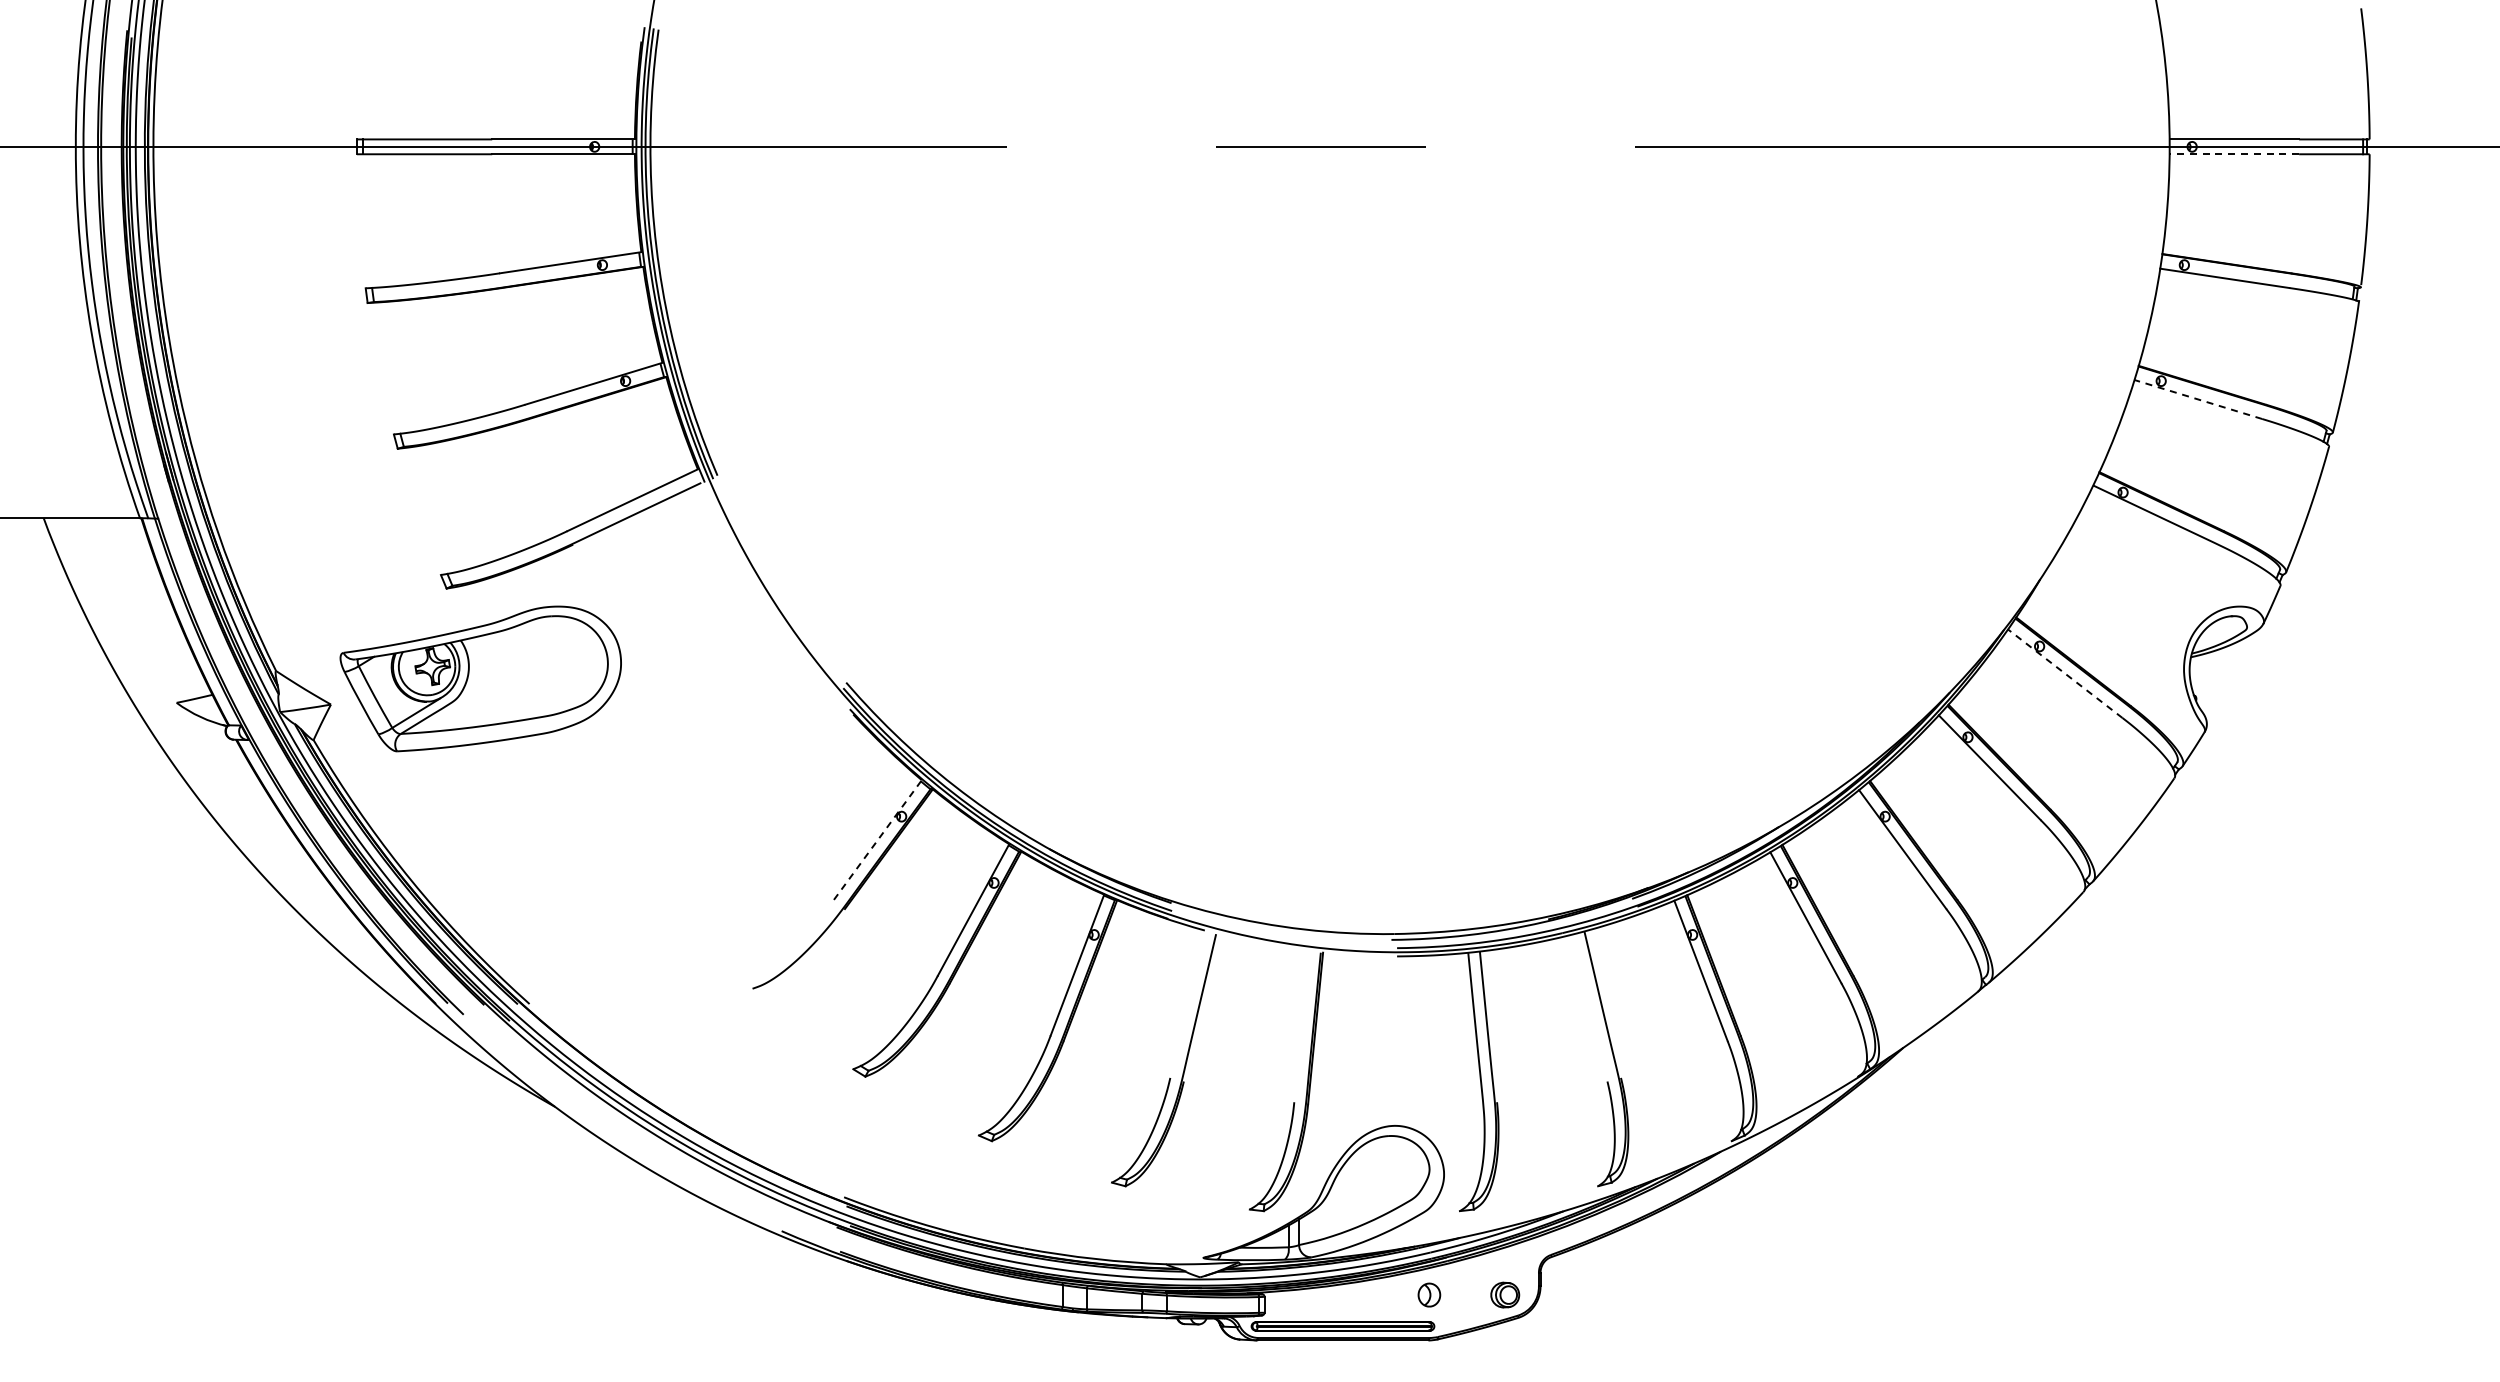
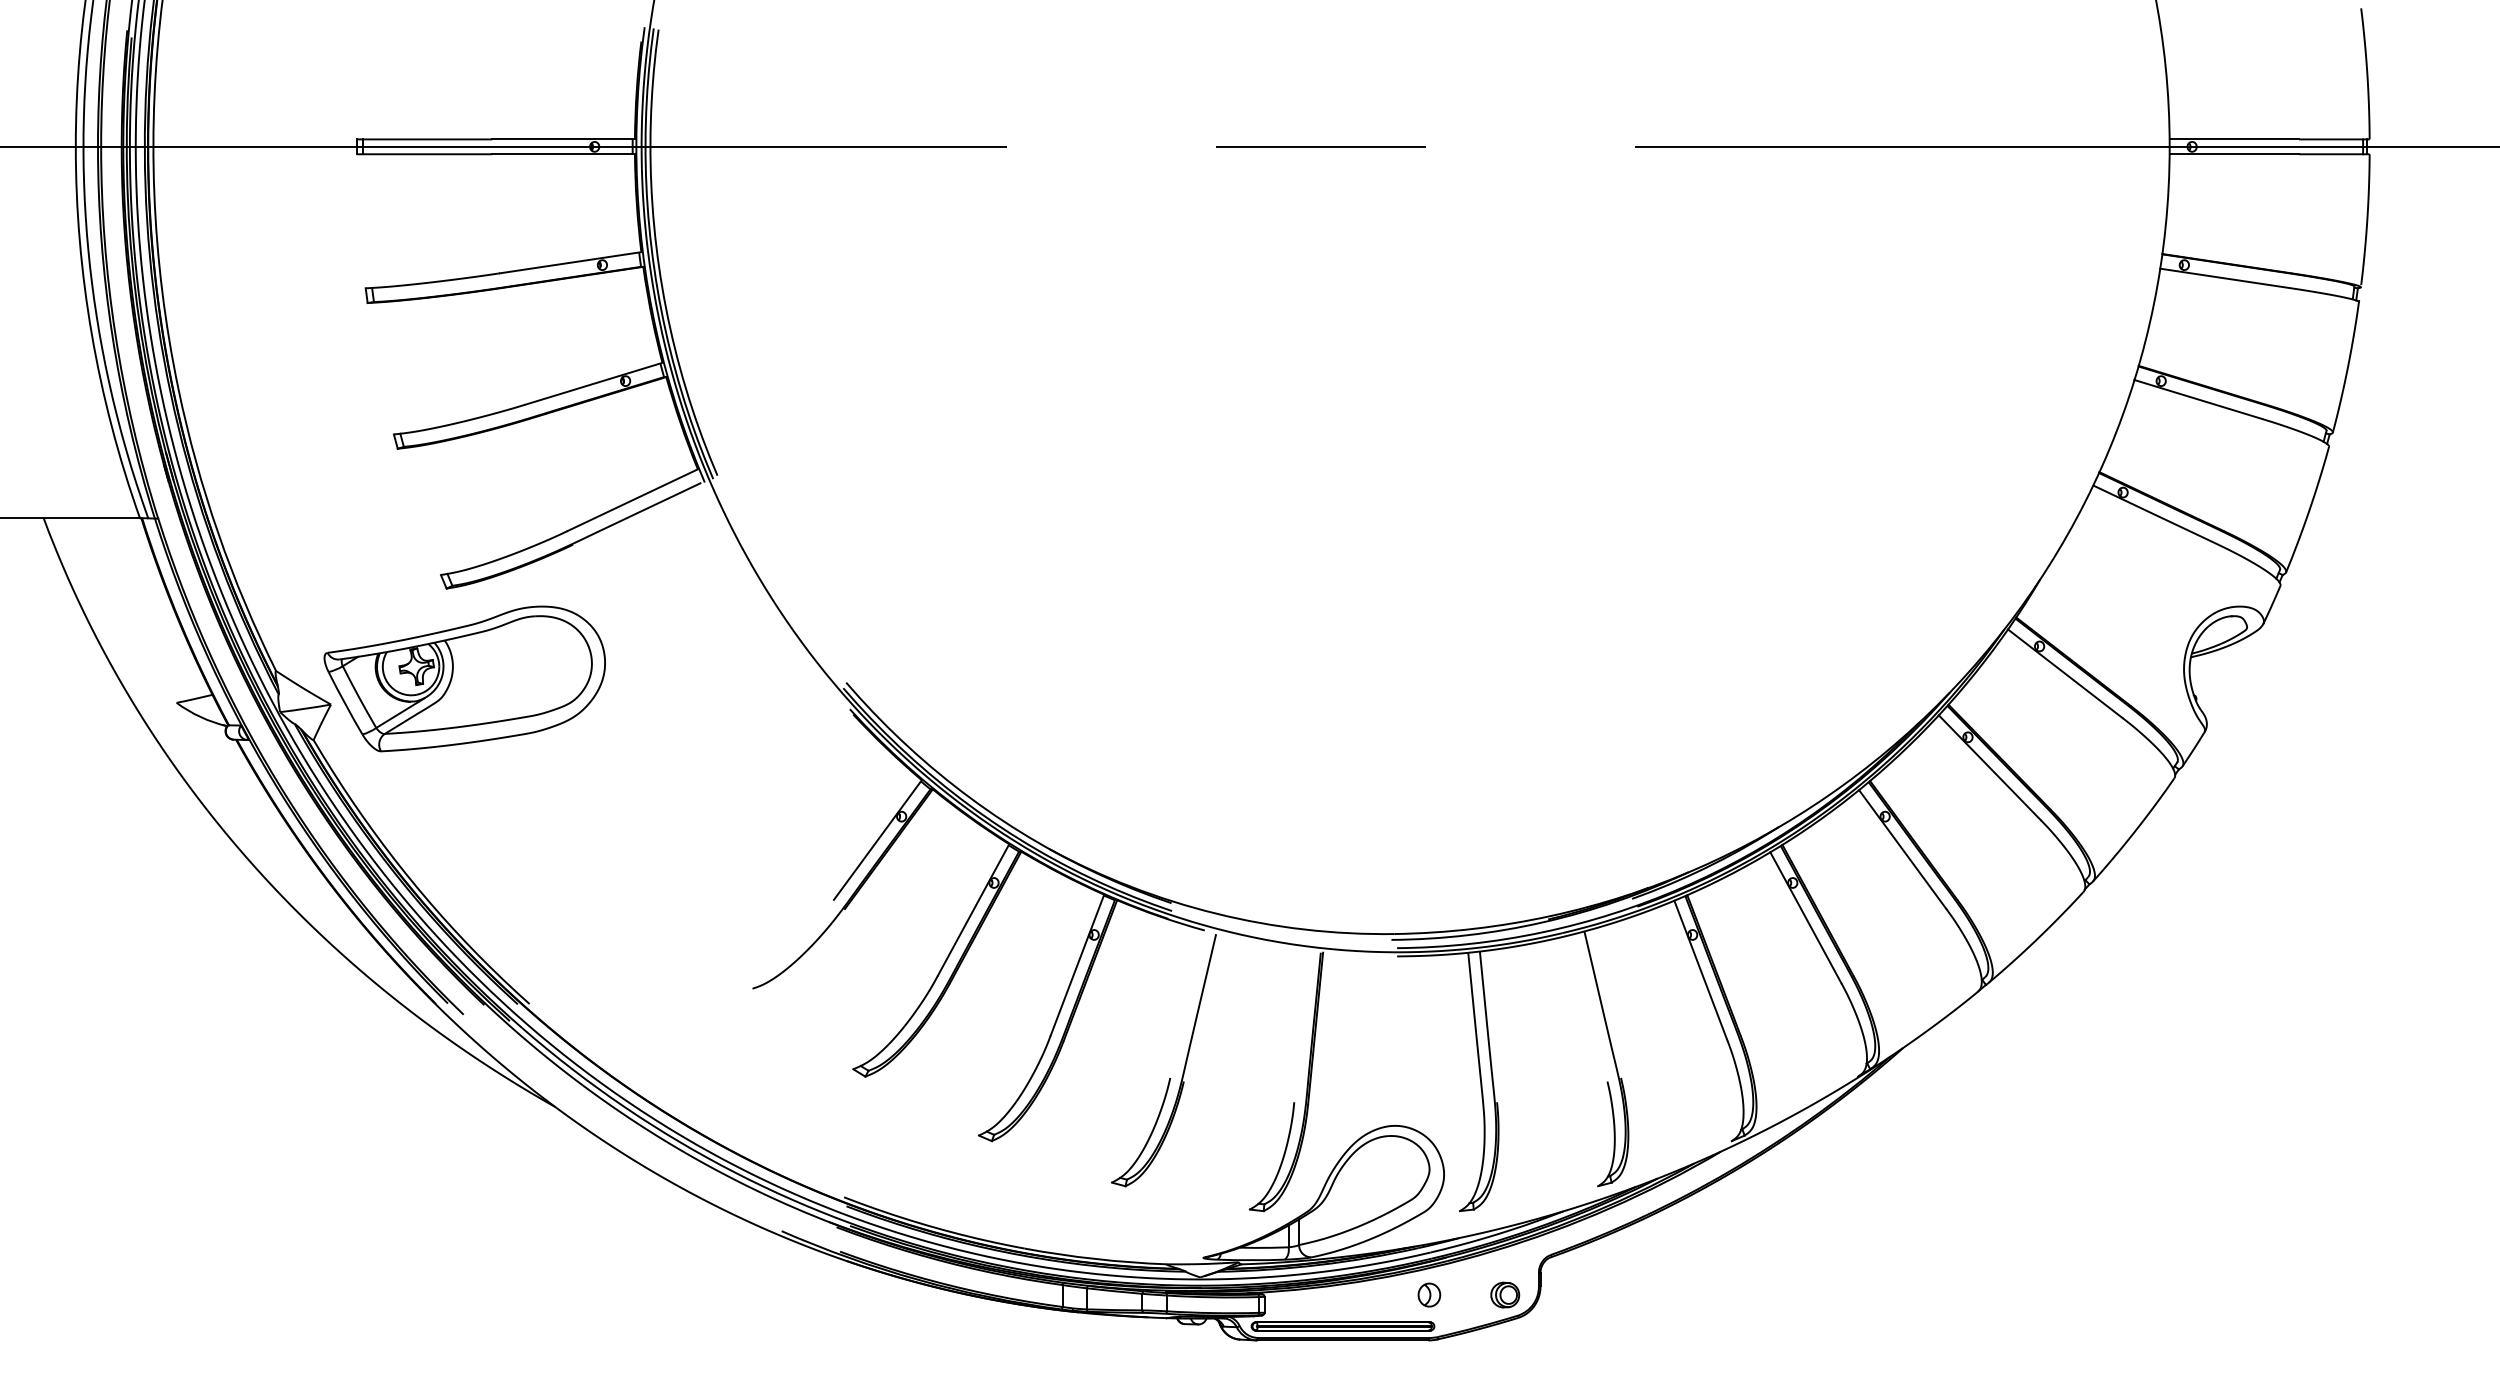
line at (2234, 154): dashed -> solid
line at (2198, 399): dashed -> solid
line at (2064, 673): dashed -> solid
part at (480, 678) position: (480, 678) -> (464, 678)
line at (878, 839): dashed -> solid
